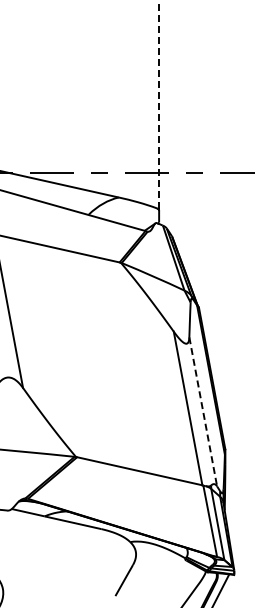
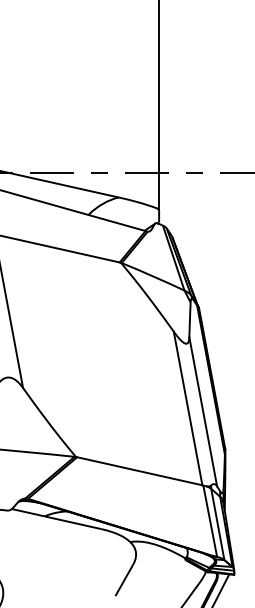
line at (159, 104): dashed -> solid
line at (203, 411): dashed -> solid
